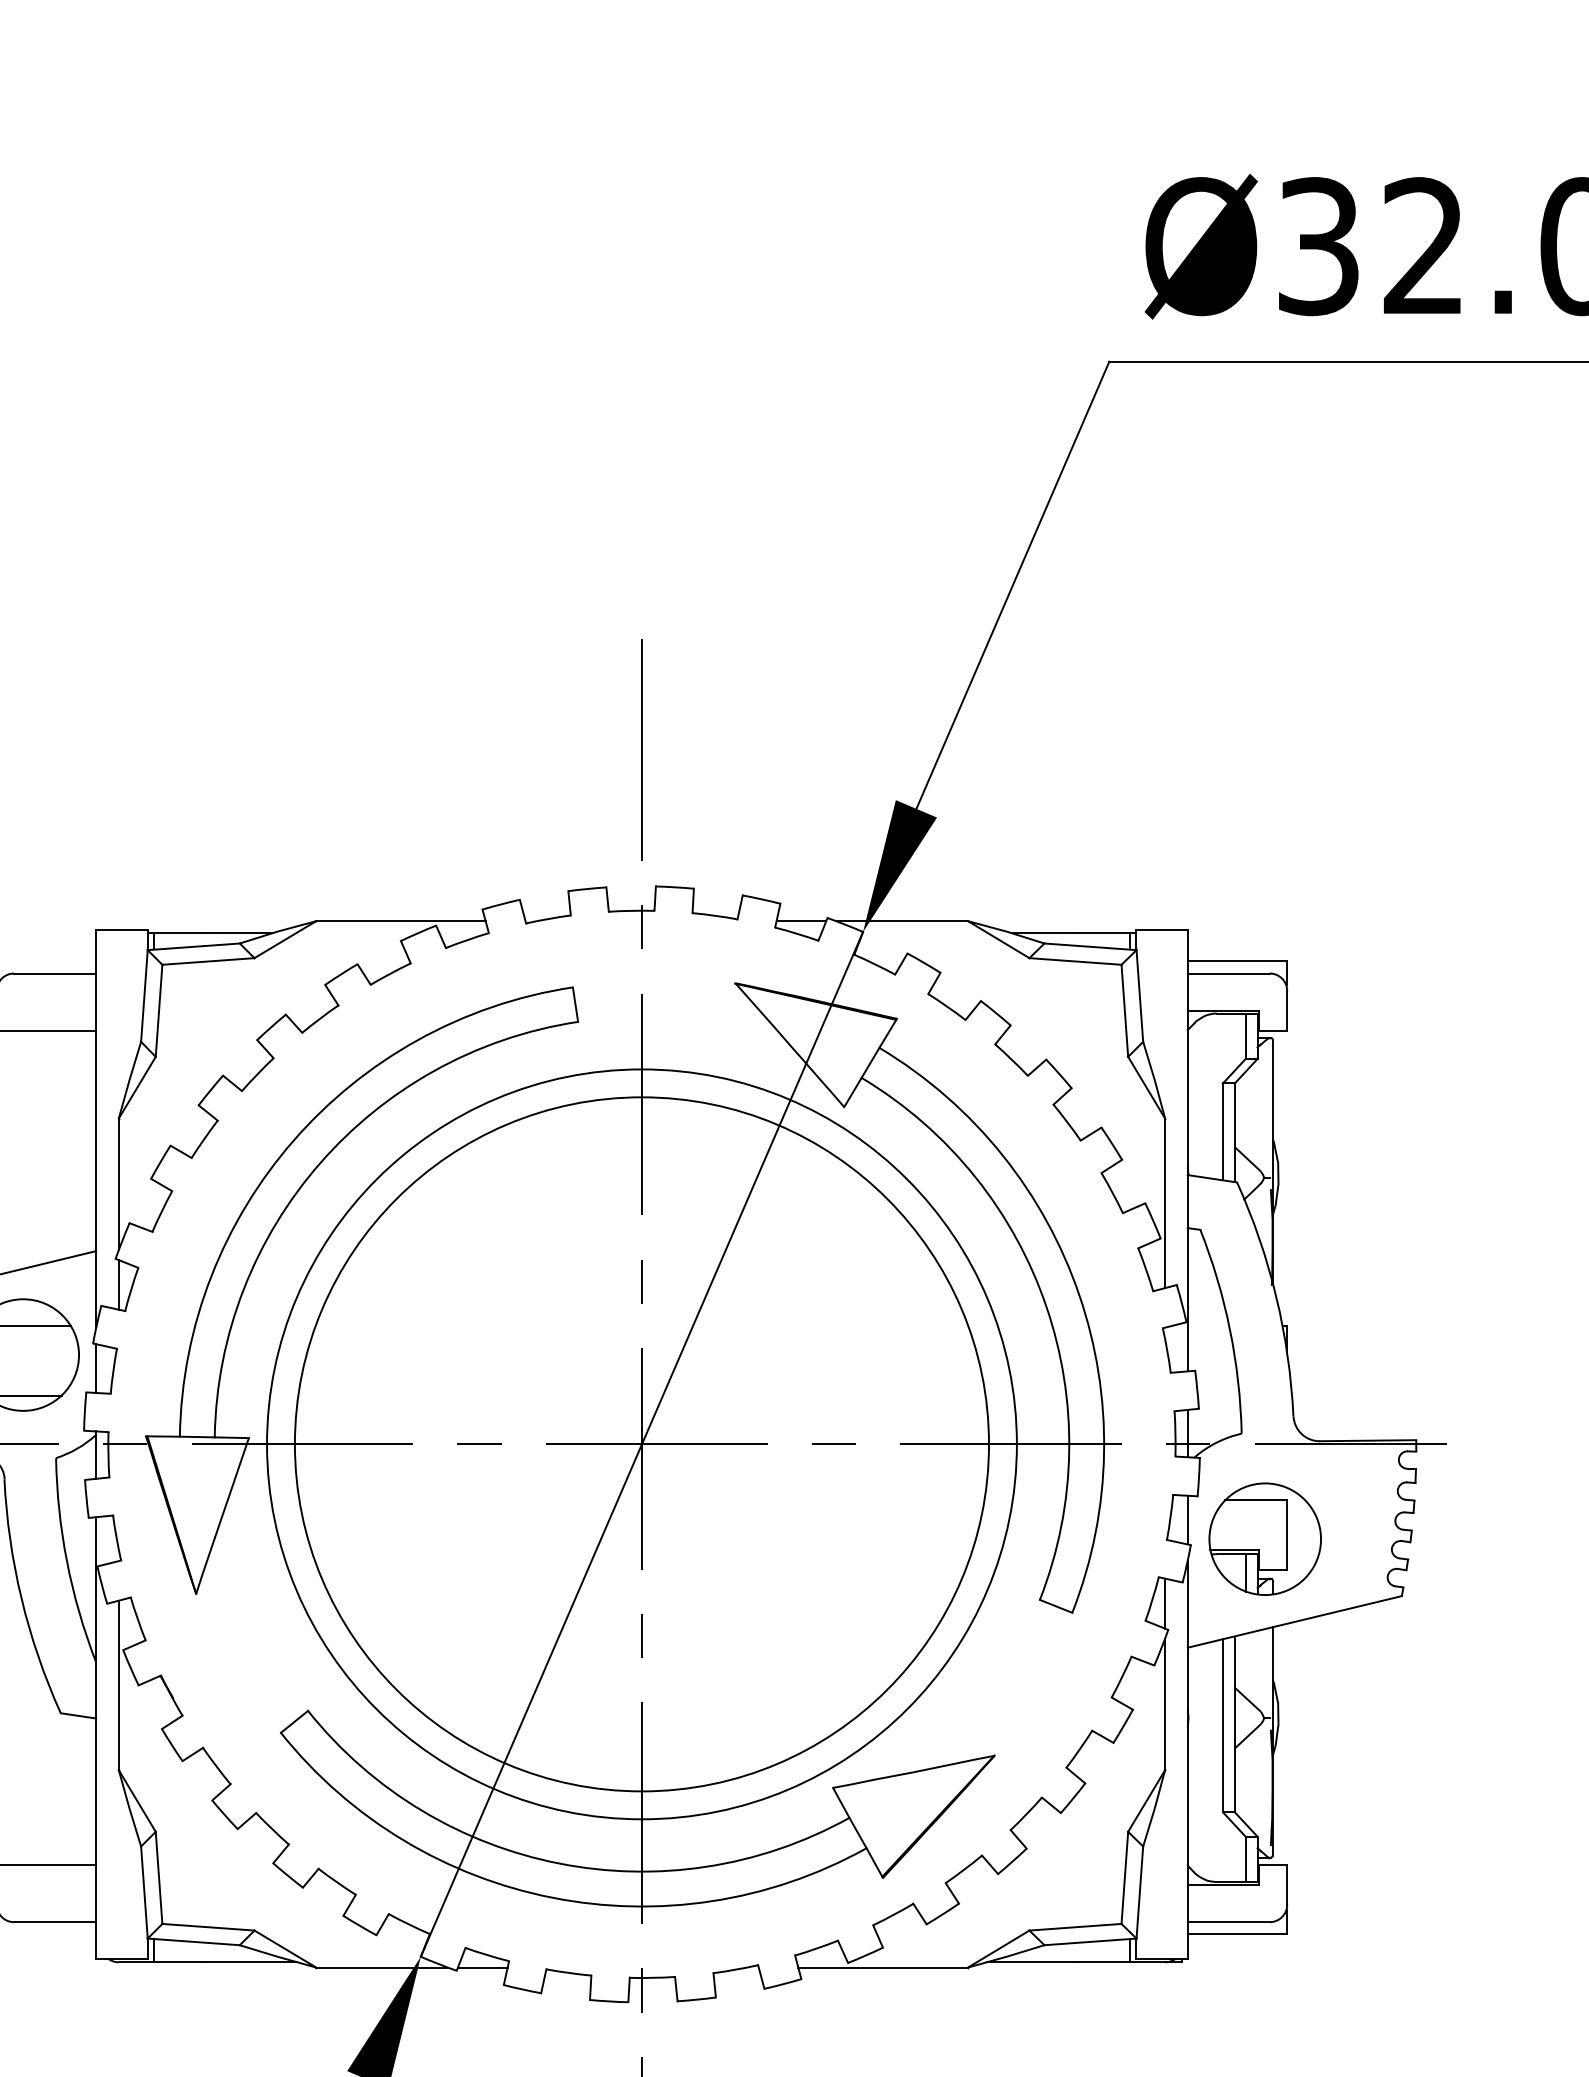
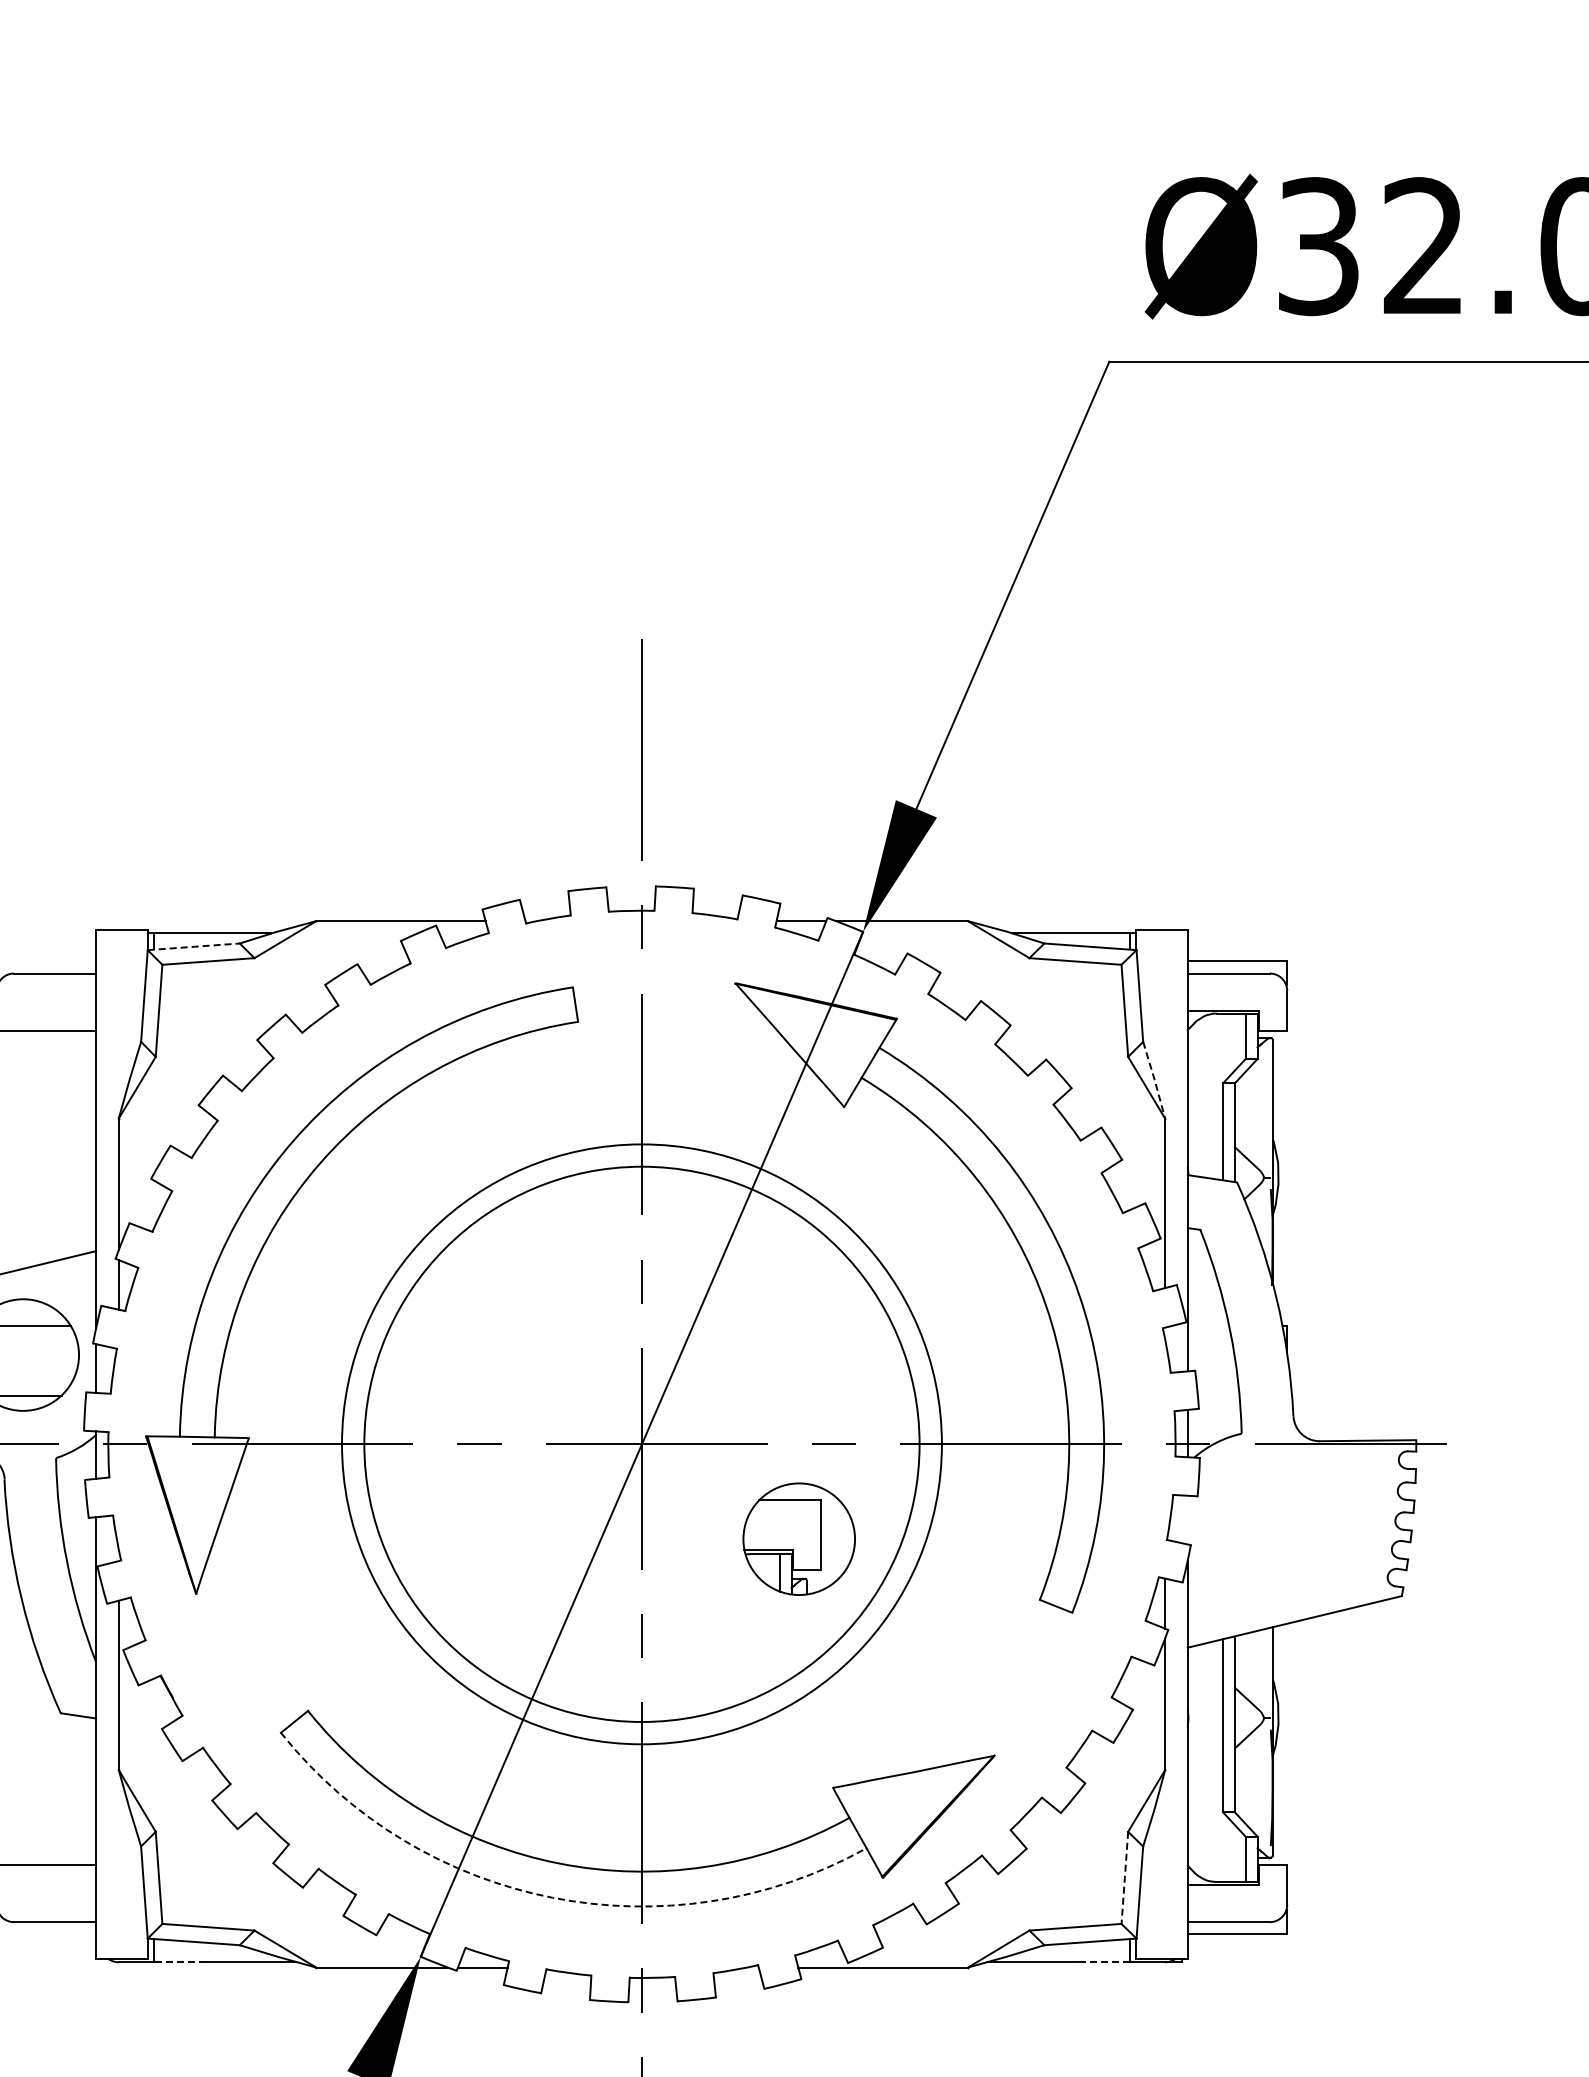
line at (194, 946): solid -> dashed
line at (1154, 1079): solid -> dashed
circle at (641, 1444) diameter: 694 px -> 555 px
circle at (641, 1444) diameter: 750 px -> 600 px
line at (1187, 1519): present -> none
part at (1264, 1538) position: (1264, 1538) -> (798, 1538)
line at (1124, 1878): solid -> dashed
arc at (552, 1897): solid -> dashed
line at (179, 1962): solid -> dashed
line at (1103, 1962): solid -> dashed
